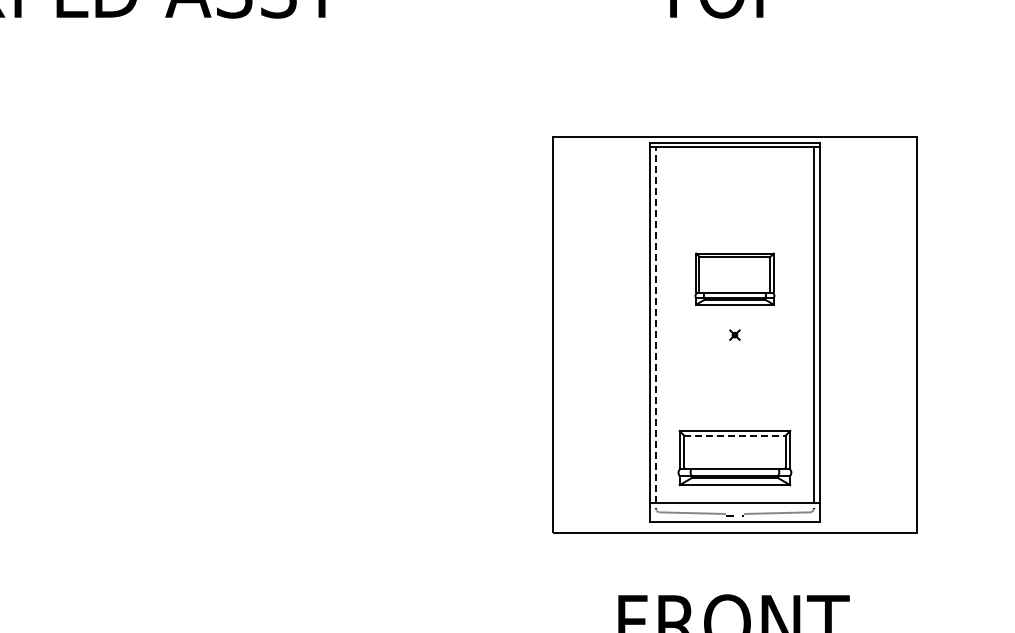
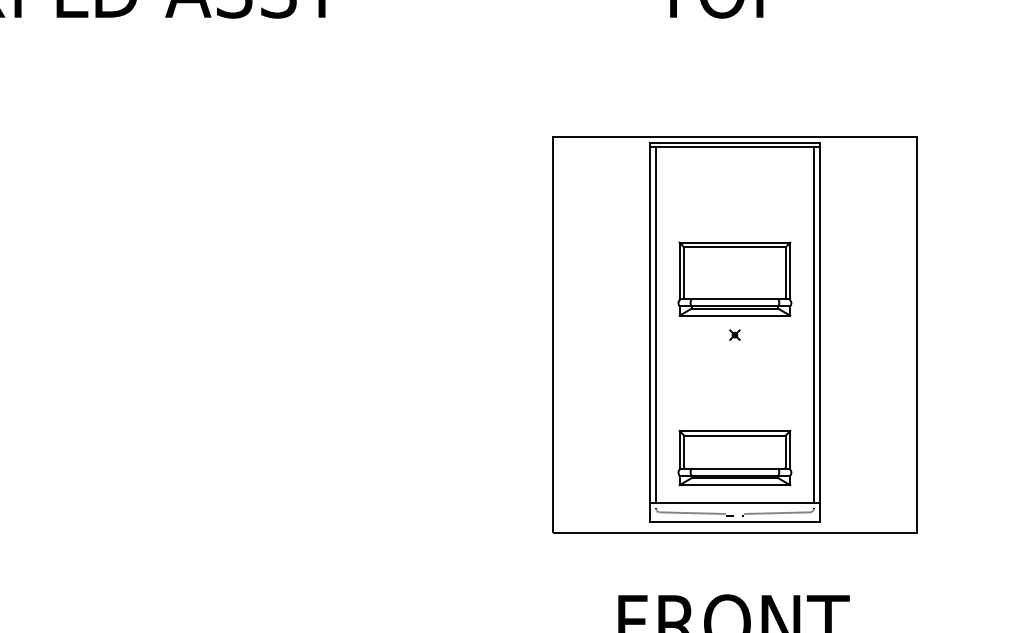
part at (734, 278) size: 82x54 px -> 116x76 px
line at (656, 325): dashed -> solid
line at (734, 435): dashed -> solid
